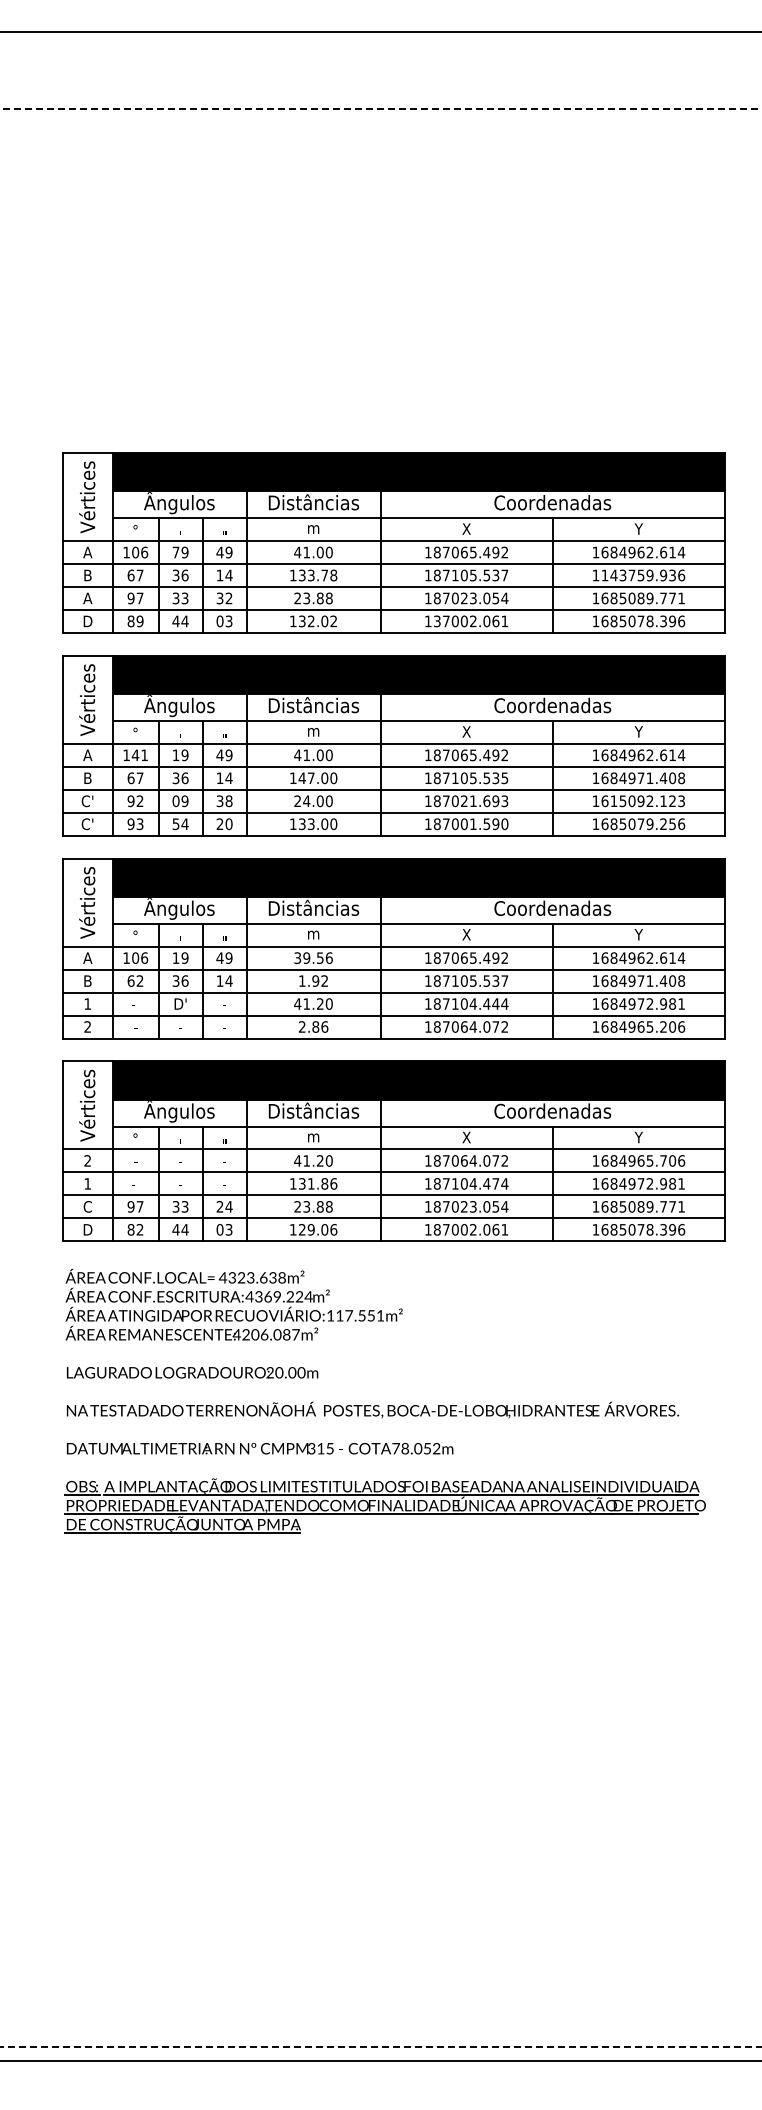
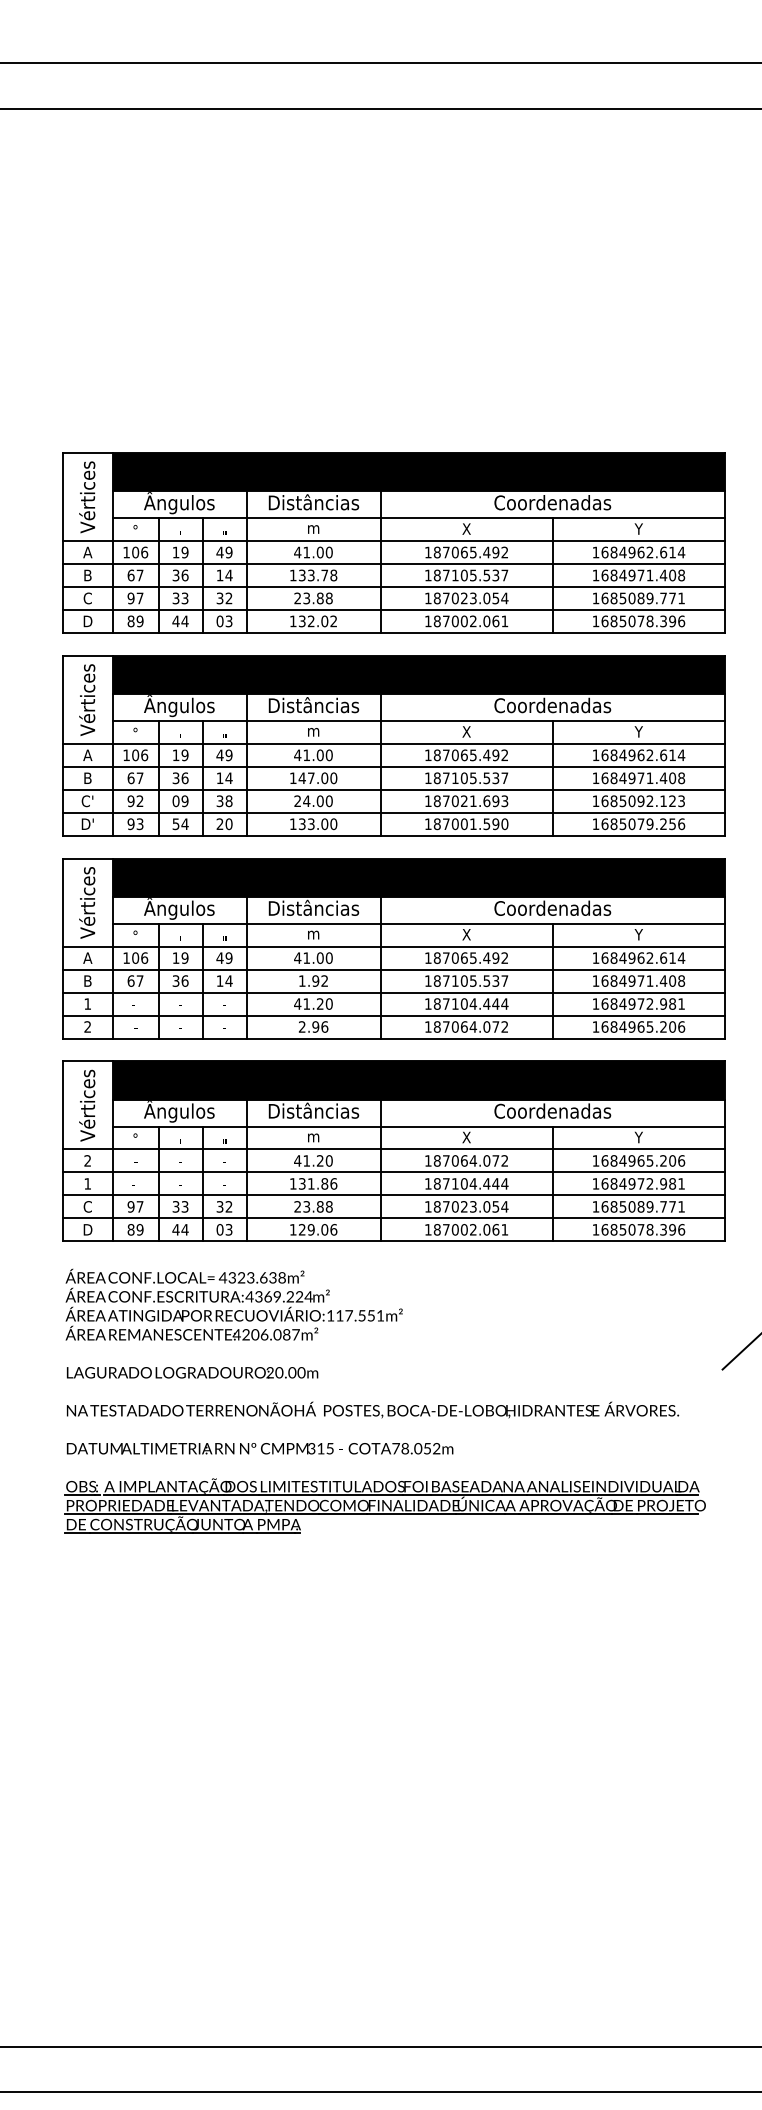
line at (380, 32) position: (380, 32) -> (380, 63)
line at (380, 108): dashed -> solid
text at (175, 552): 79 -> 19
text at (643, 575): 1143759.936 -> 1684971.408
text at (87, 598): A -> C
text at (436, 621): 137002.061 -> 187002.061
text at (139, 755): 141 -> 106
text at (504, 778): 187105.535 -> 187105.537
text at (613, 801): 1615092.123 -> 1685092.123
text at (87, 824): C' -> D'
text at (313, 957): 39.56 -> 41.00
text at (139, 980): 62 -> 67
text at (180, 1003): D' -> -
text at (315, 1026): 2.86 -> 2.96
text at (663, 1160): 1684965.706 -> 1684965.206
text at (495, 1183): 187104.474 -> 187104.444
text at (224, 1206): 24 -> 32
text at (139, 1229): 82 -> 89
line at (740, 1352): none -> present
line at (381, 2046): dashed -> solid
line at (380, 2061) position: (380, 2061) -> (380, 2092)
